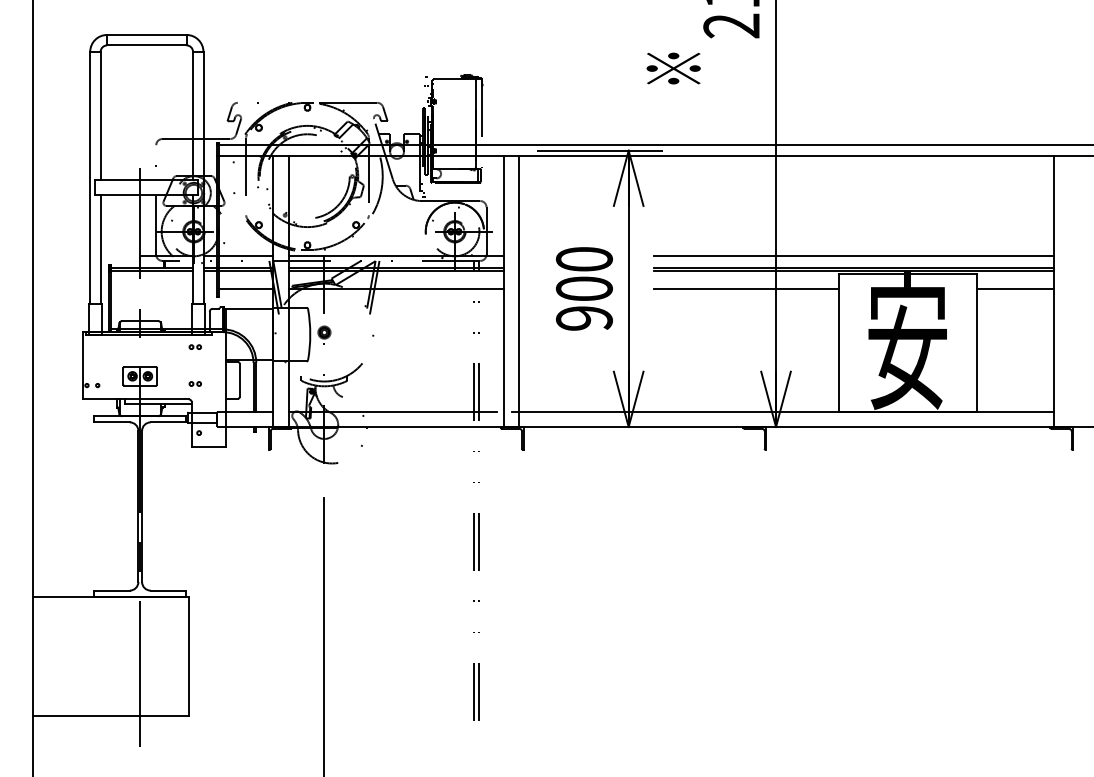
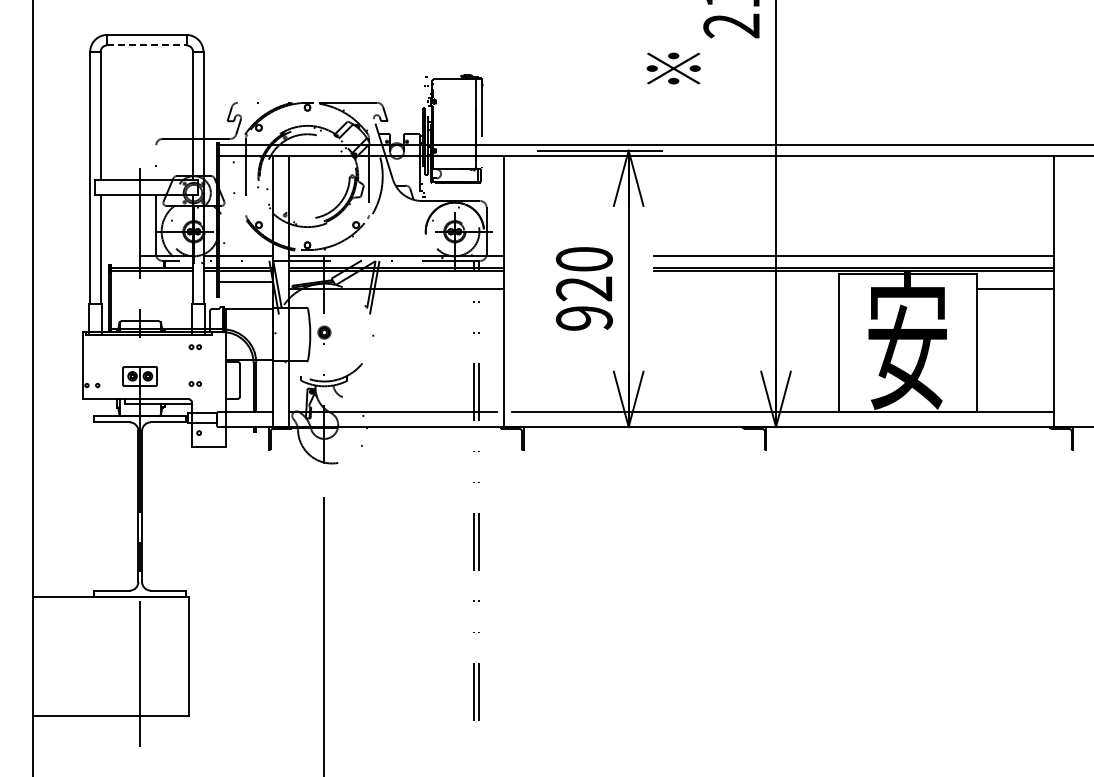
line at (146, 45): solid -> dashed
line at (245, 288) position: (245, 288) -> (245, 281)
text at (584, 288): 900 -> 920
line at (746, 288): present -> none
line at (519, 290): present -> none
